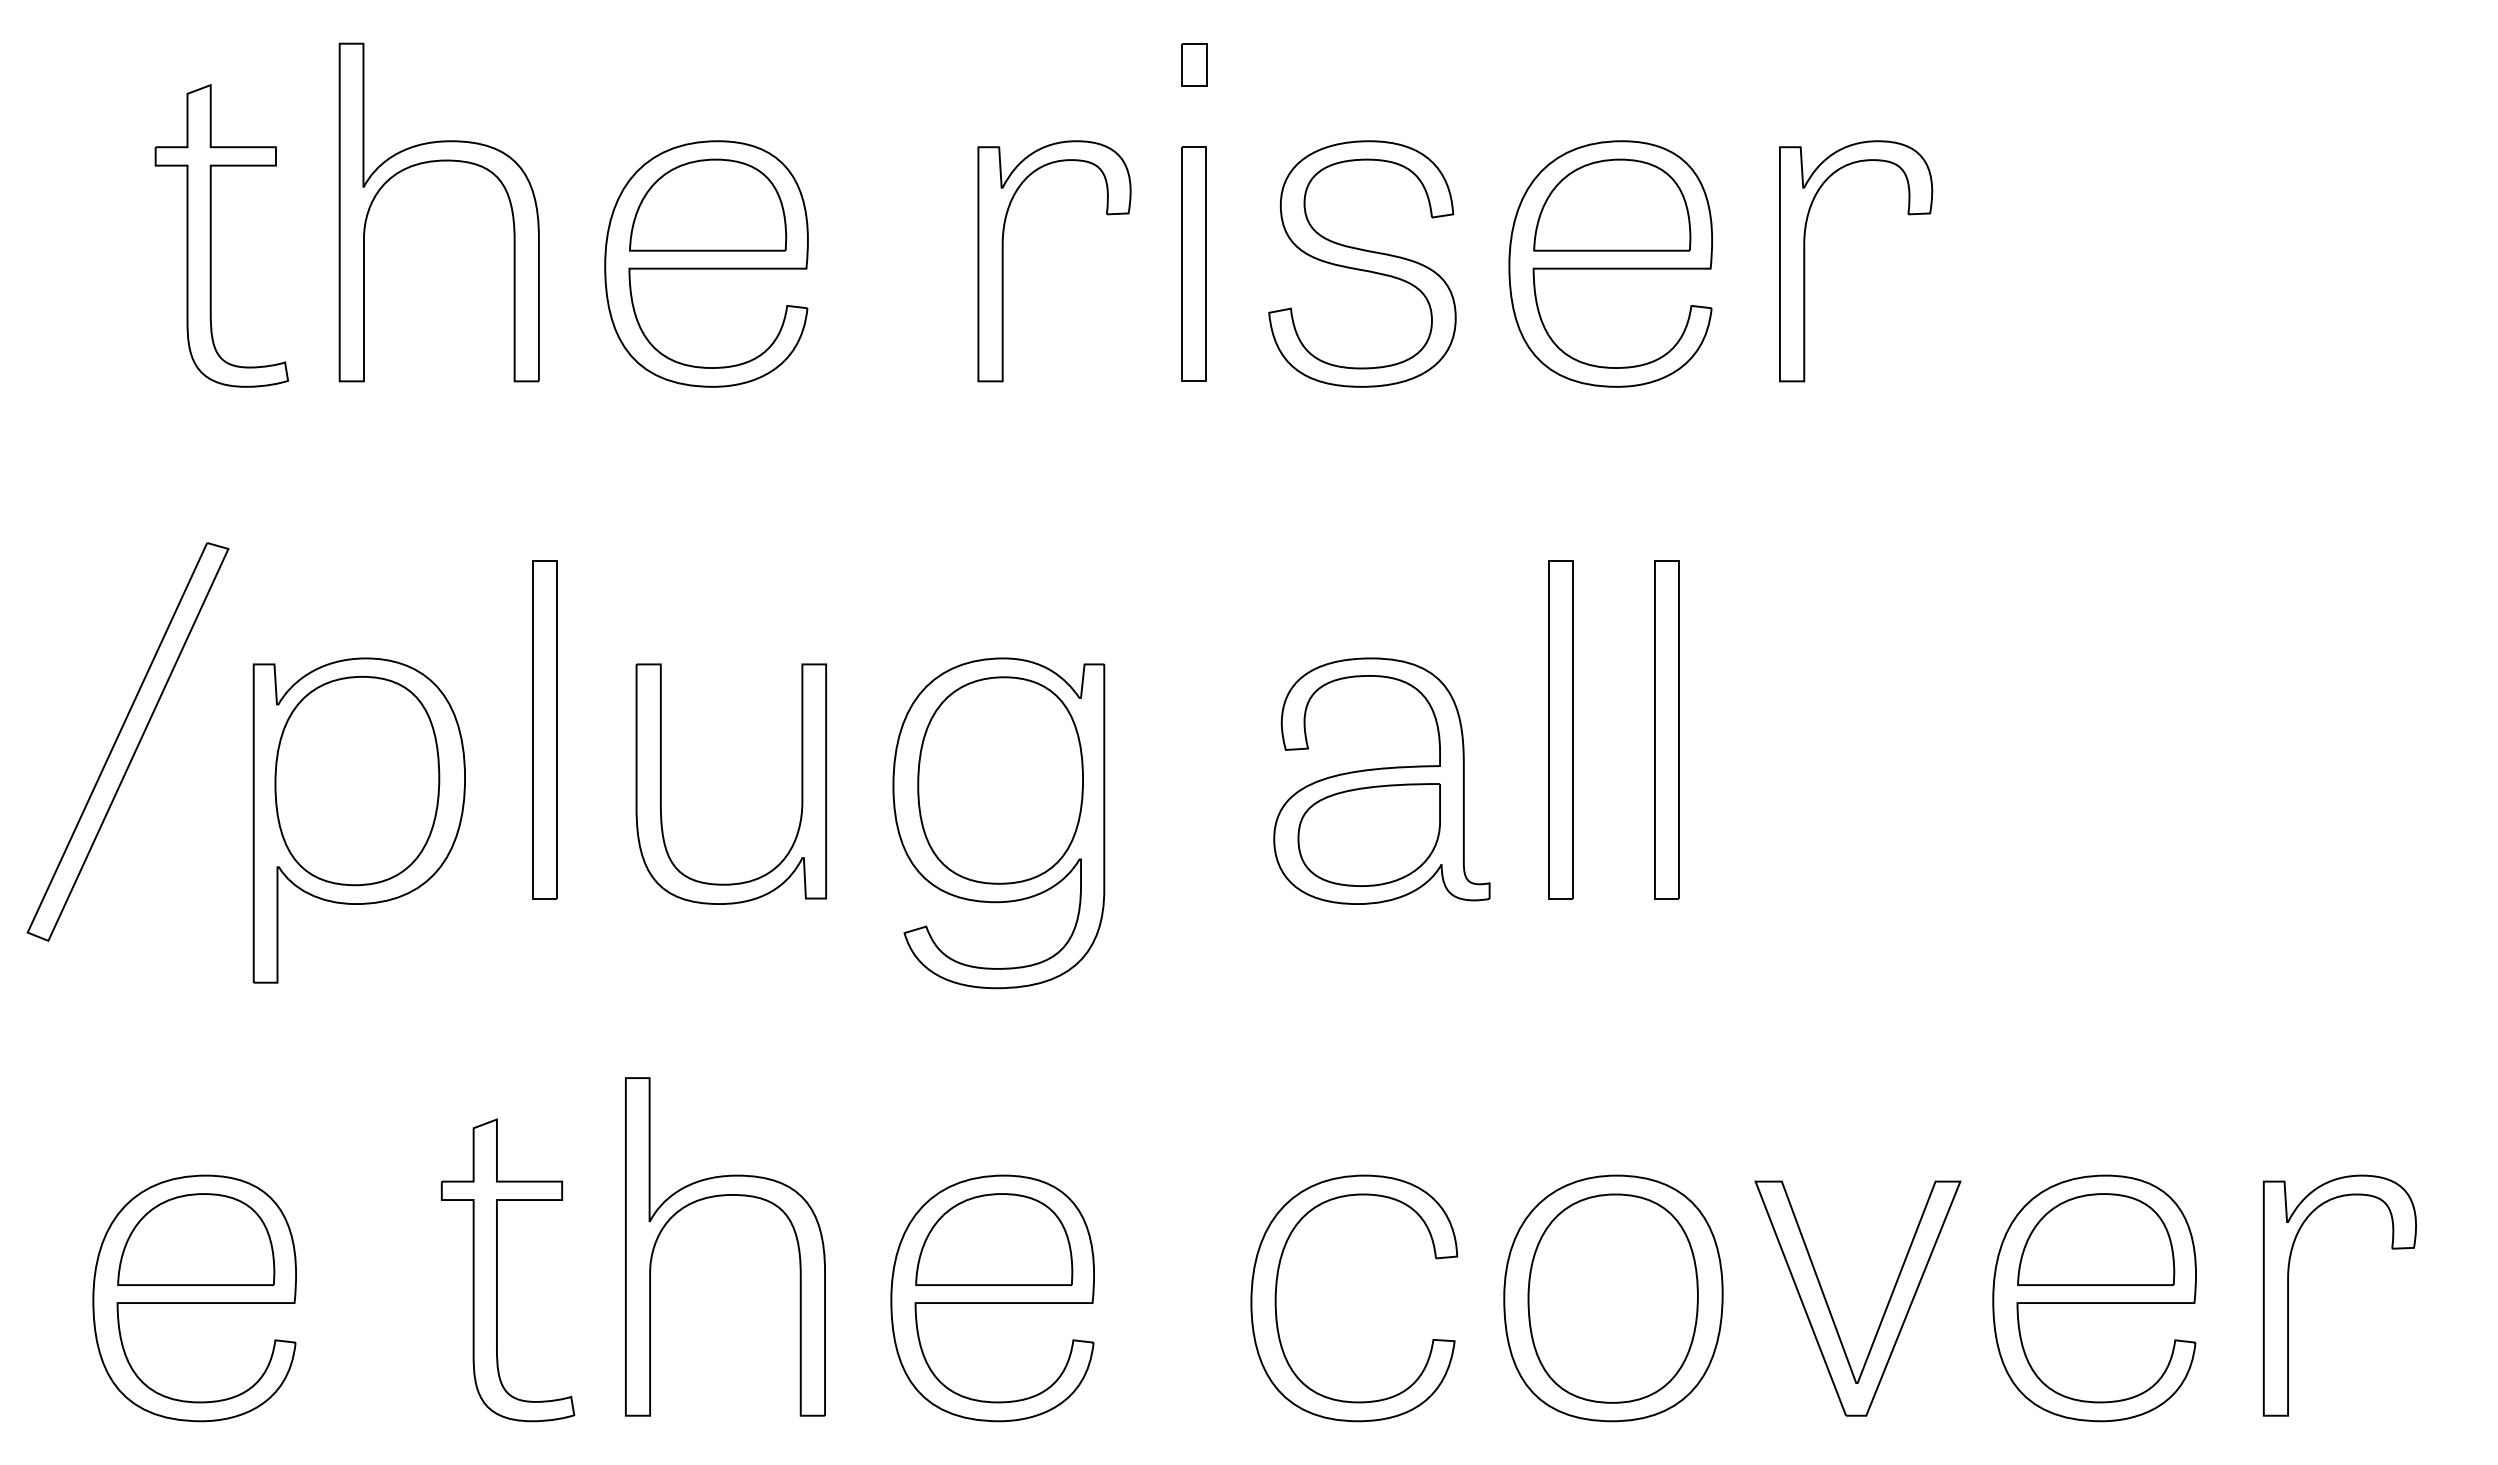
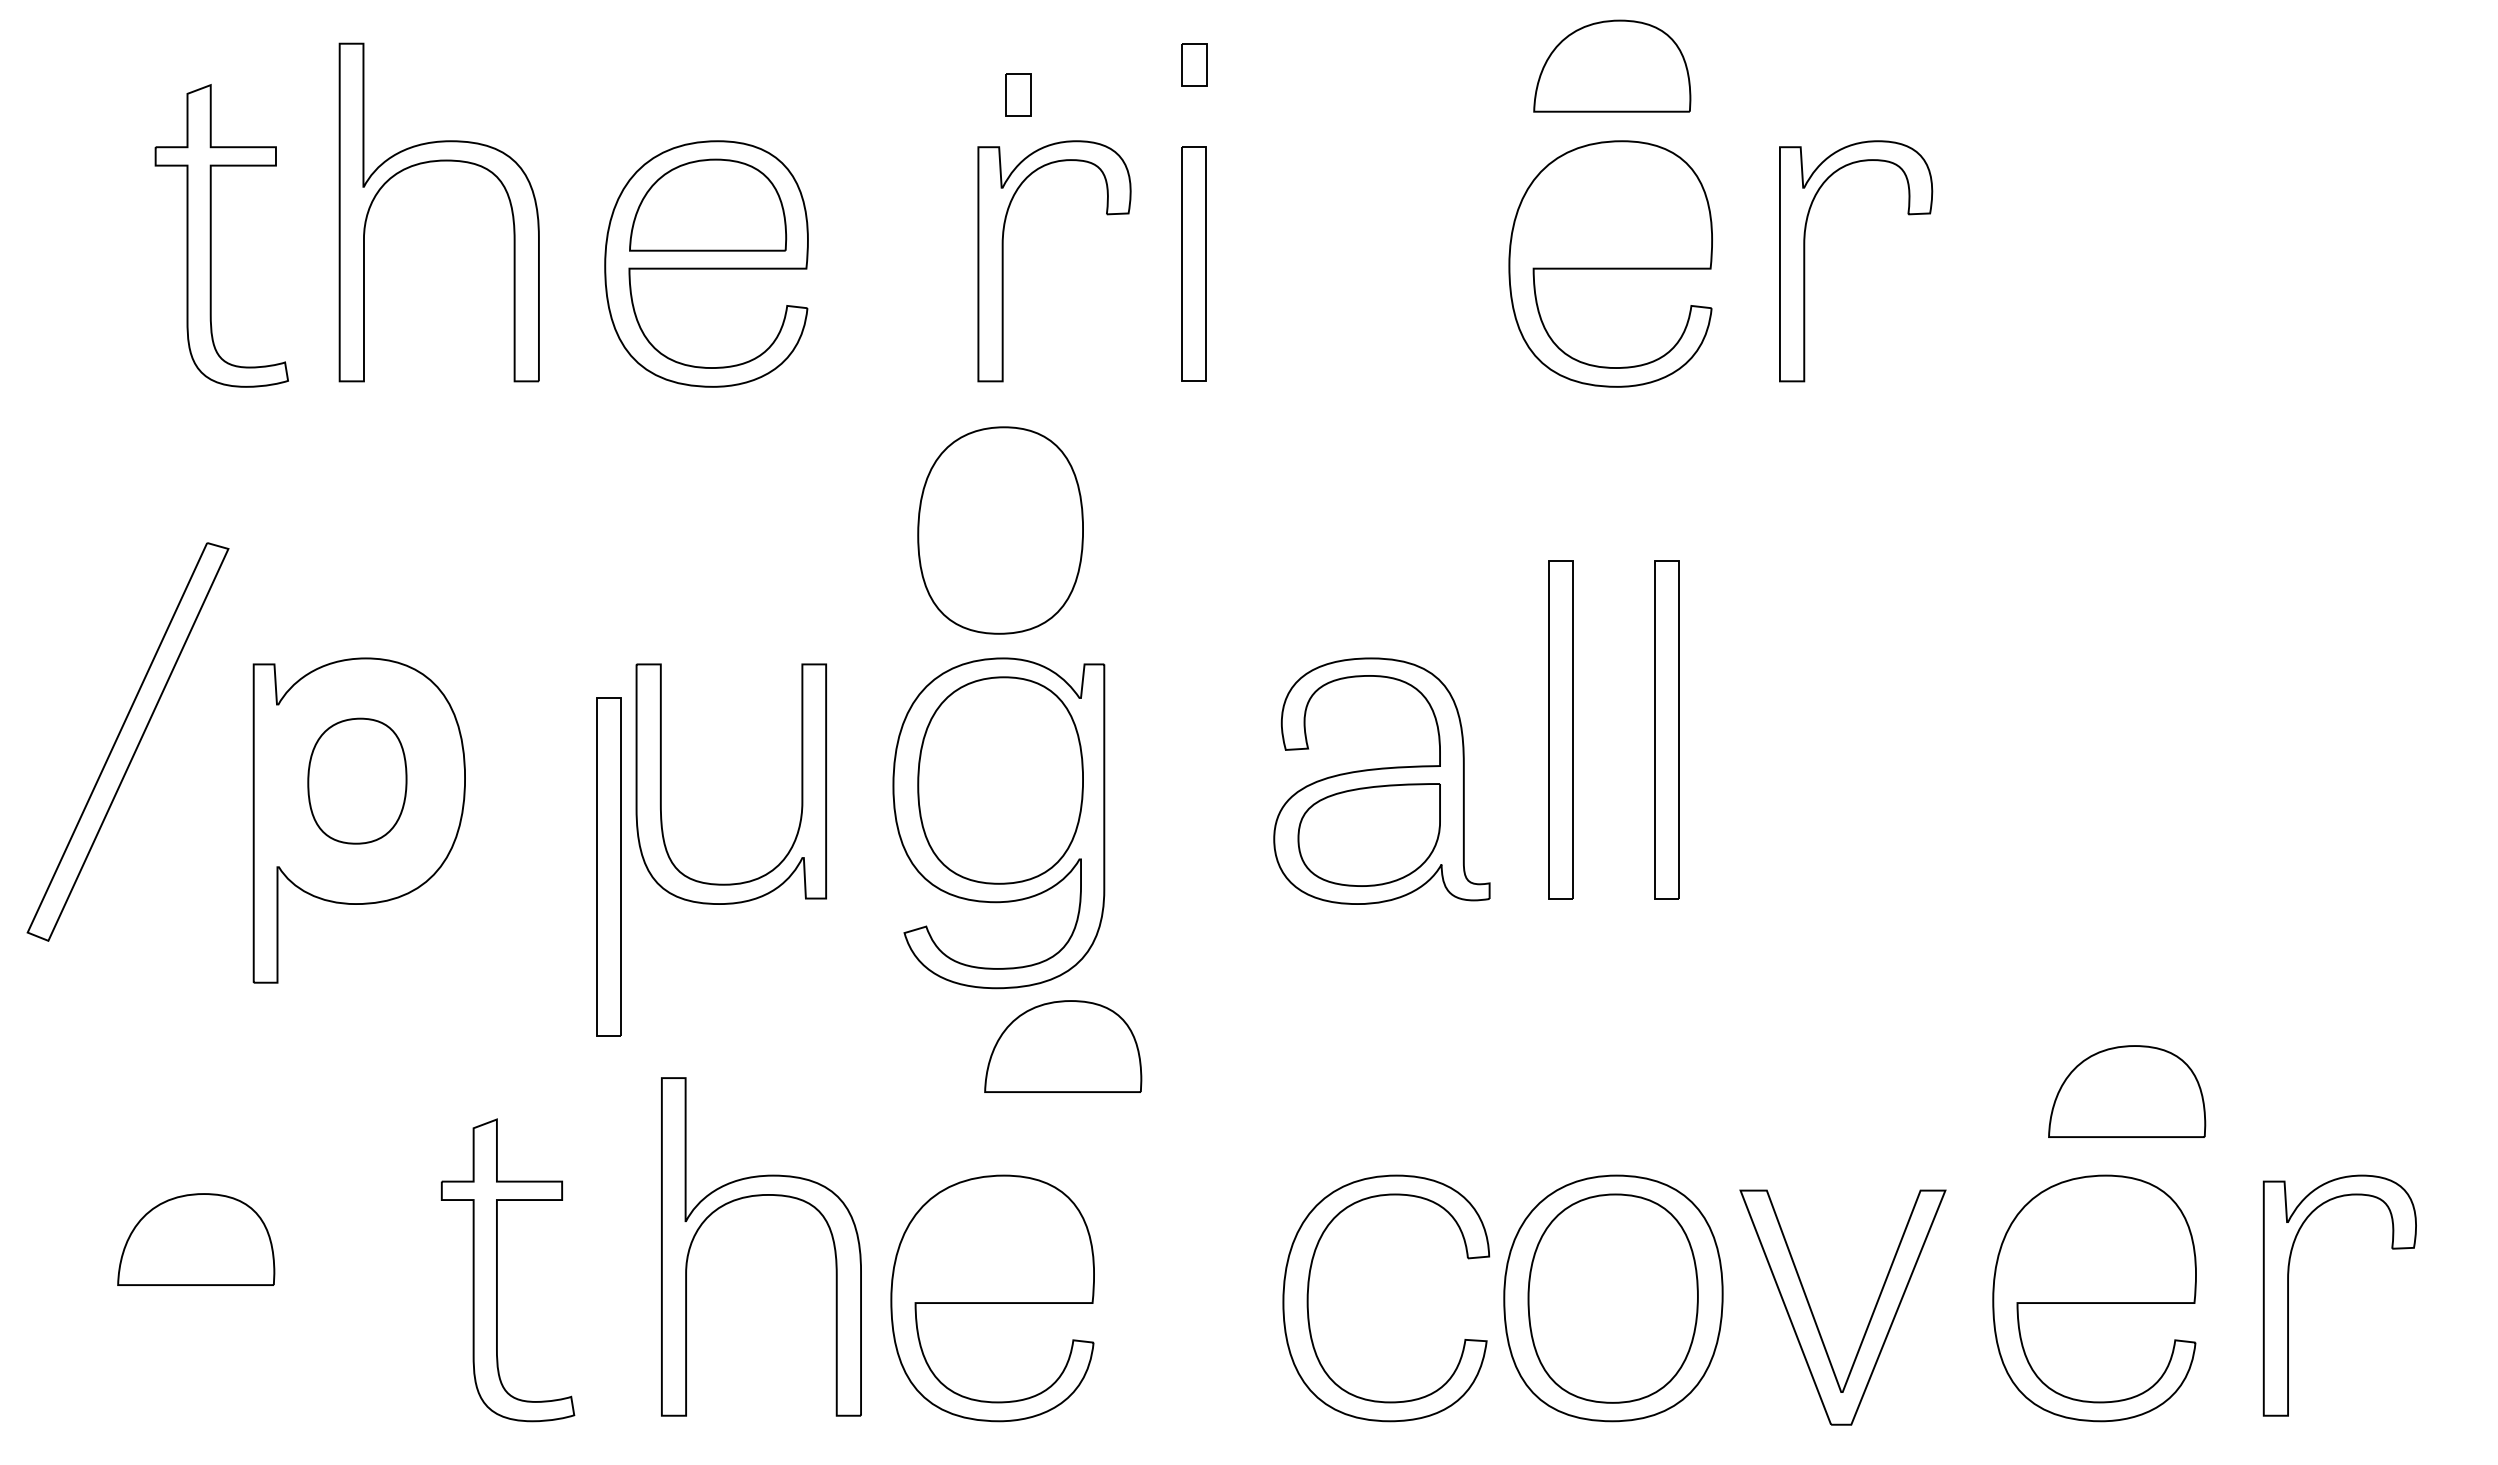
part at (1018, 94): none -> present
part at (1612, 204) position: (1612, 204) -> (1612, 65)
part at (1362, 263): present -> none
part at (1000, 530): none -> present
part at (544, 729) position: (544, 729) -> (608, 866)
part at (357, 781) size: 167x211 px -> 101x128 px
part at (725, 1196) position: (725, 1196) -> (761, 1196)
part at (994, 1239) position: (994, 1239) -> (1063, 1046)
part at (2096, 1239) position: (2096, 1239) -> (2127, 1091)
part at (1277, 1287) position: (1277, 1287) -> (1309, 1287)
part at (194, 1298): present -> none
part at (1829, 1307) position: (1829, 1307) -> (1814, 1316)
